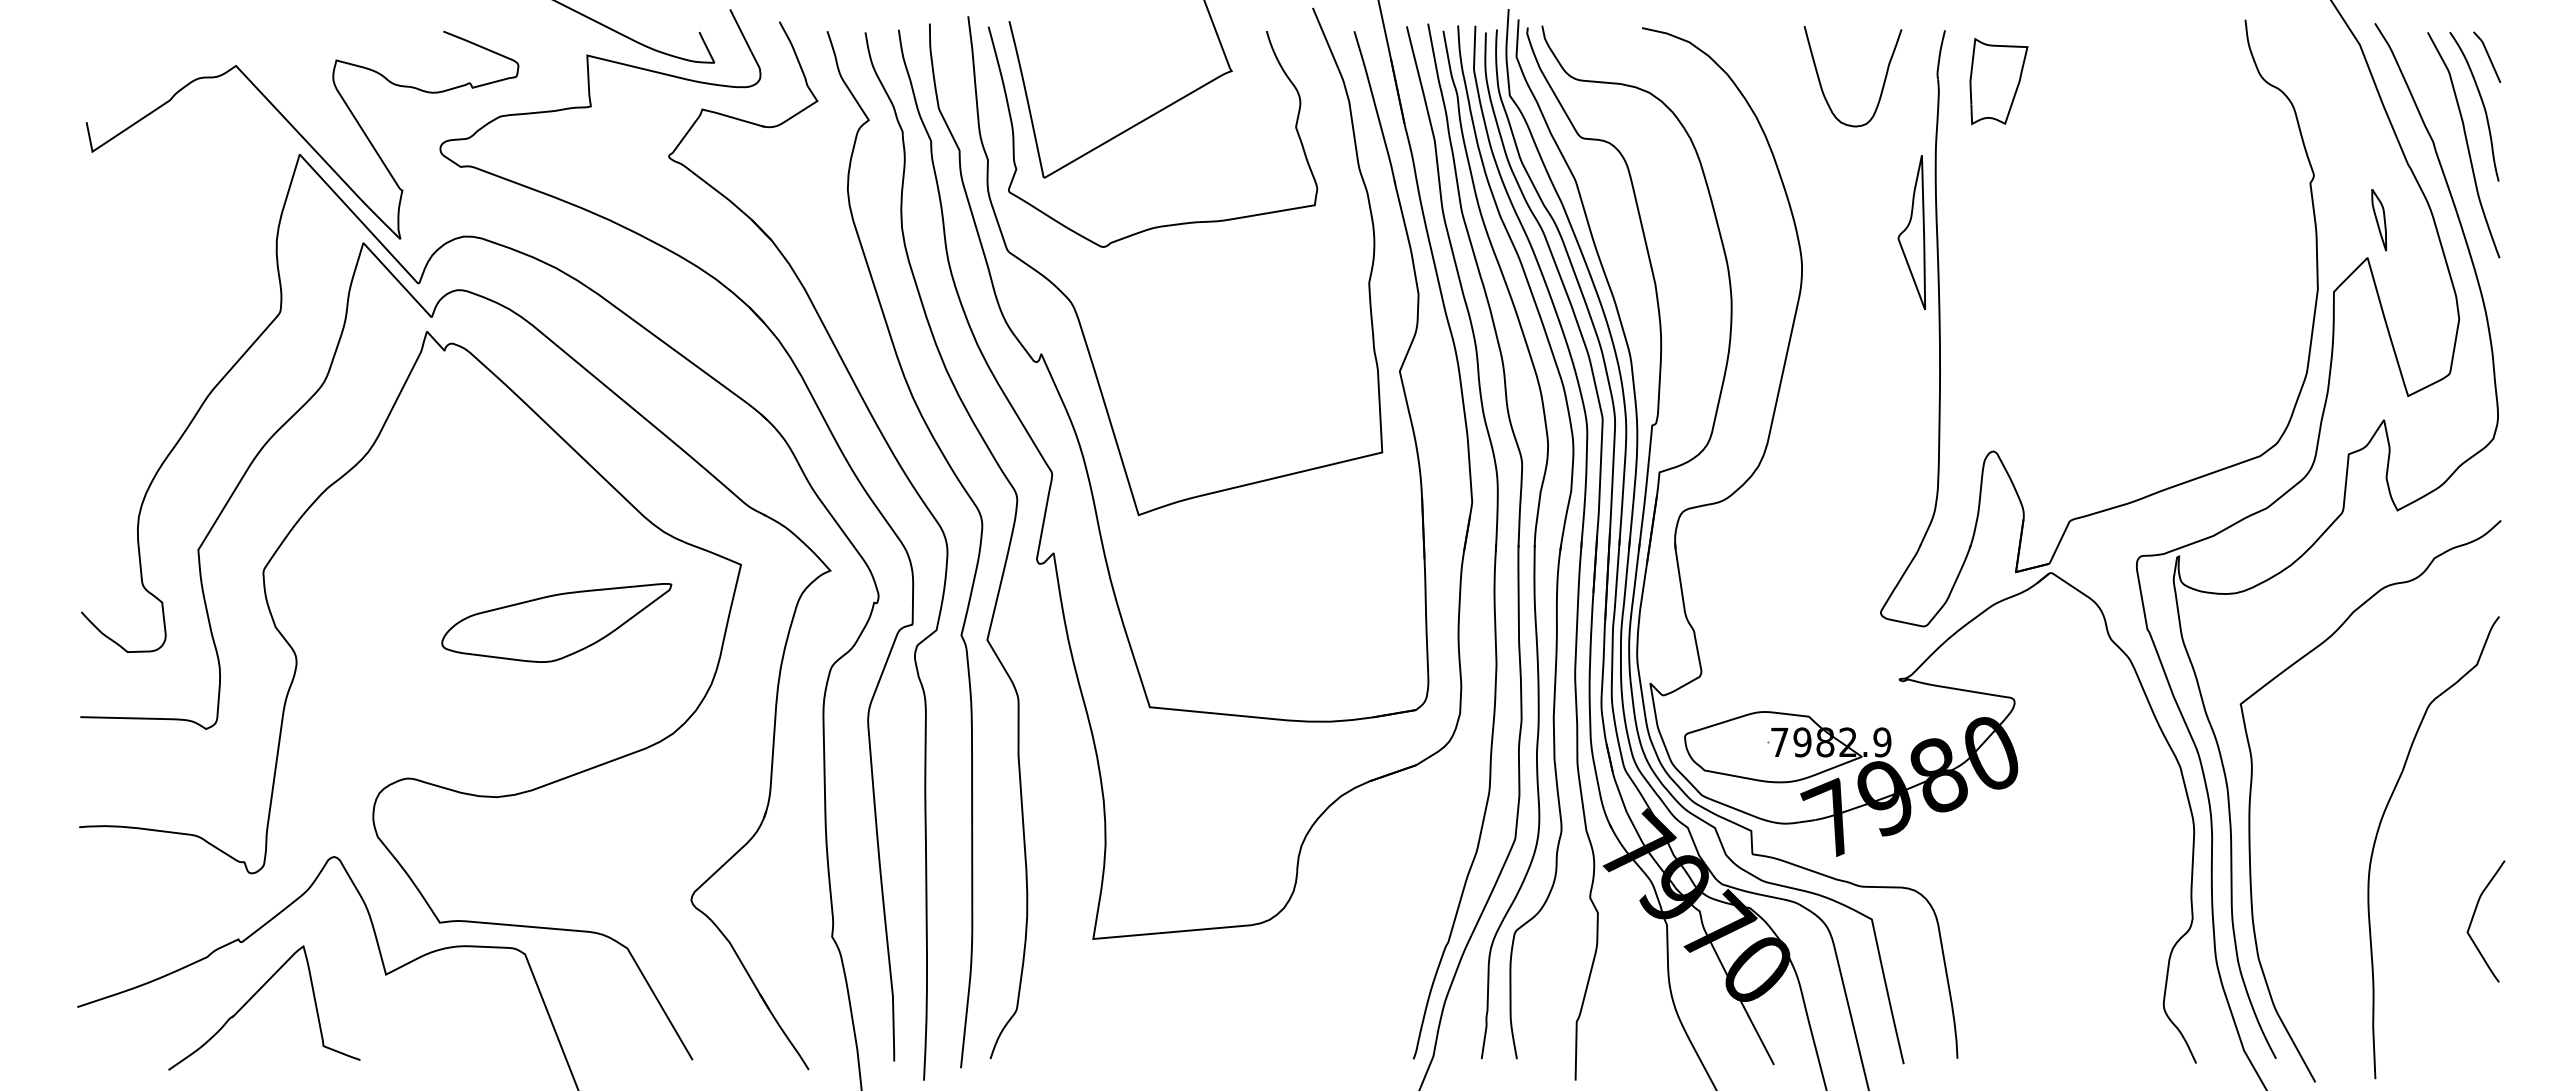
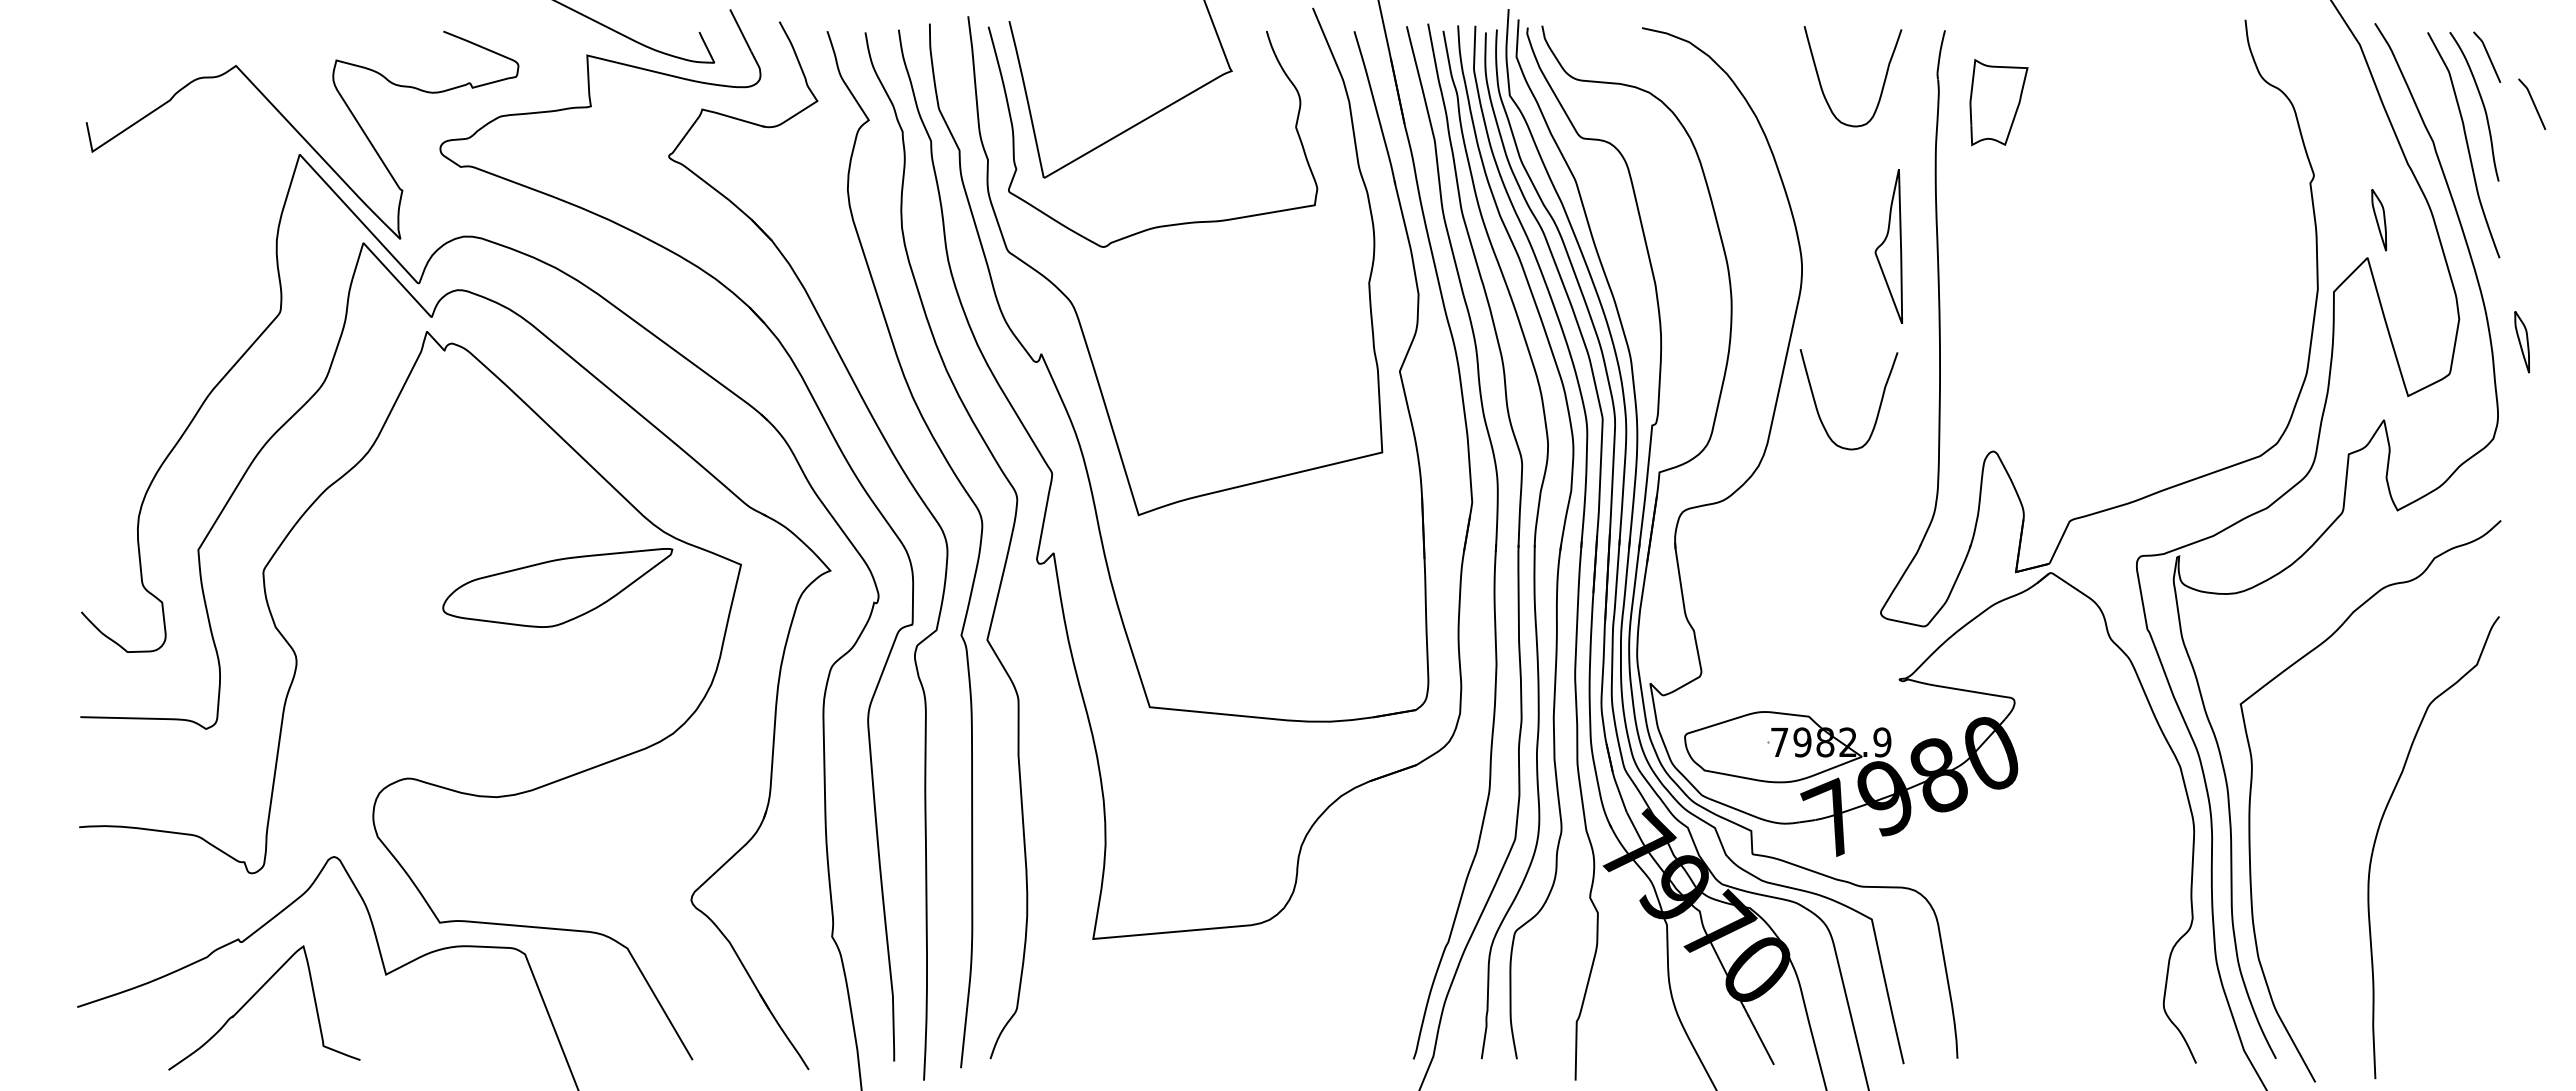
part at (1998, 81) position: (1998, 81) -> (1998, 102)
curve at (2532, 103): none -> present
part at (1911, 232) position: (1911, 232) -> (1888, 246)
part at (2522, 342): none -> present
curve at (1878, 408): none -> present
part at (556, 622) position: (556, 622) -> (557, 587)
curve at (2474, 916): present -> none
